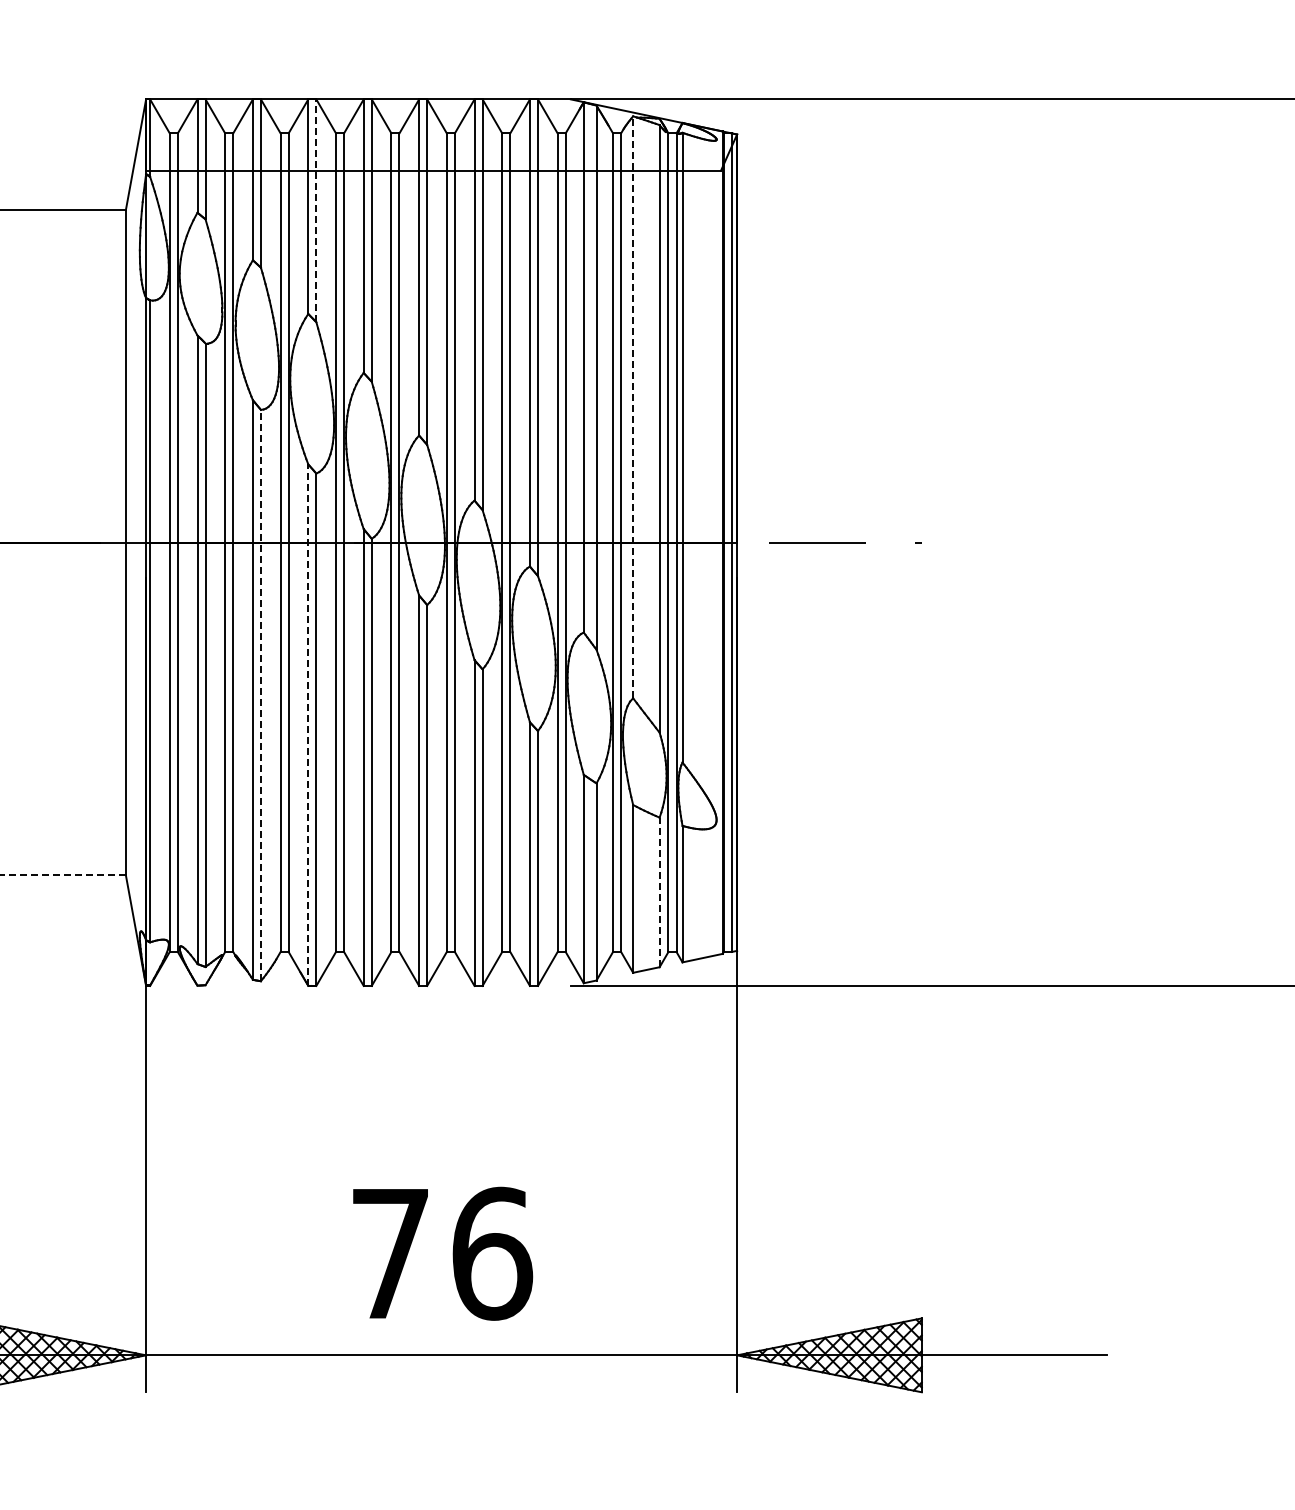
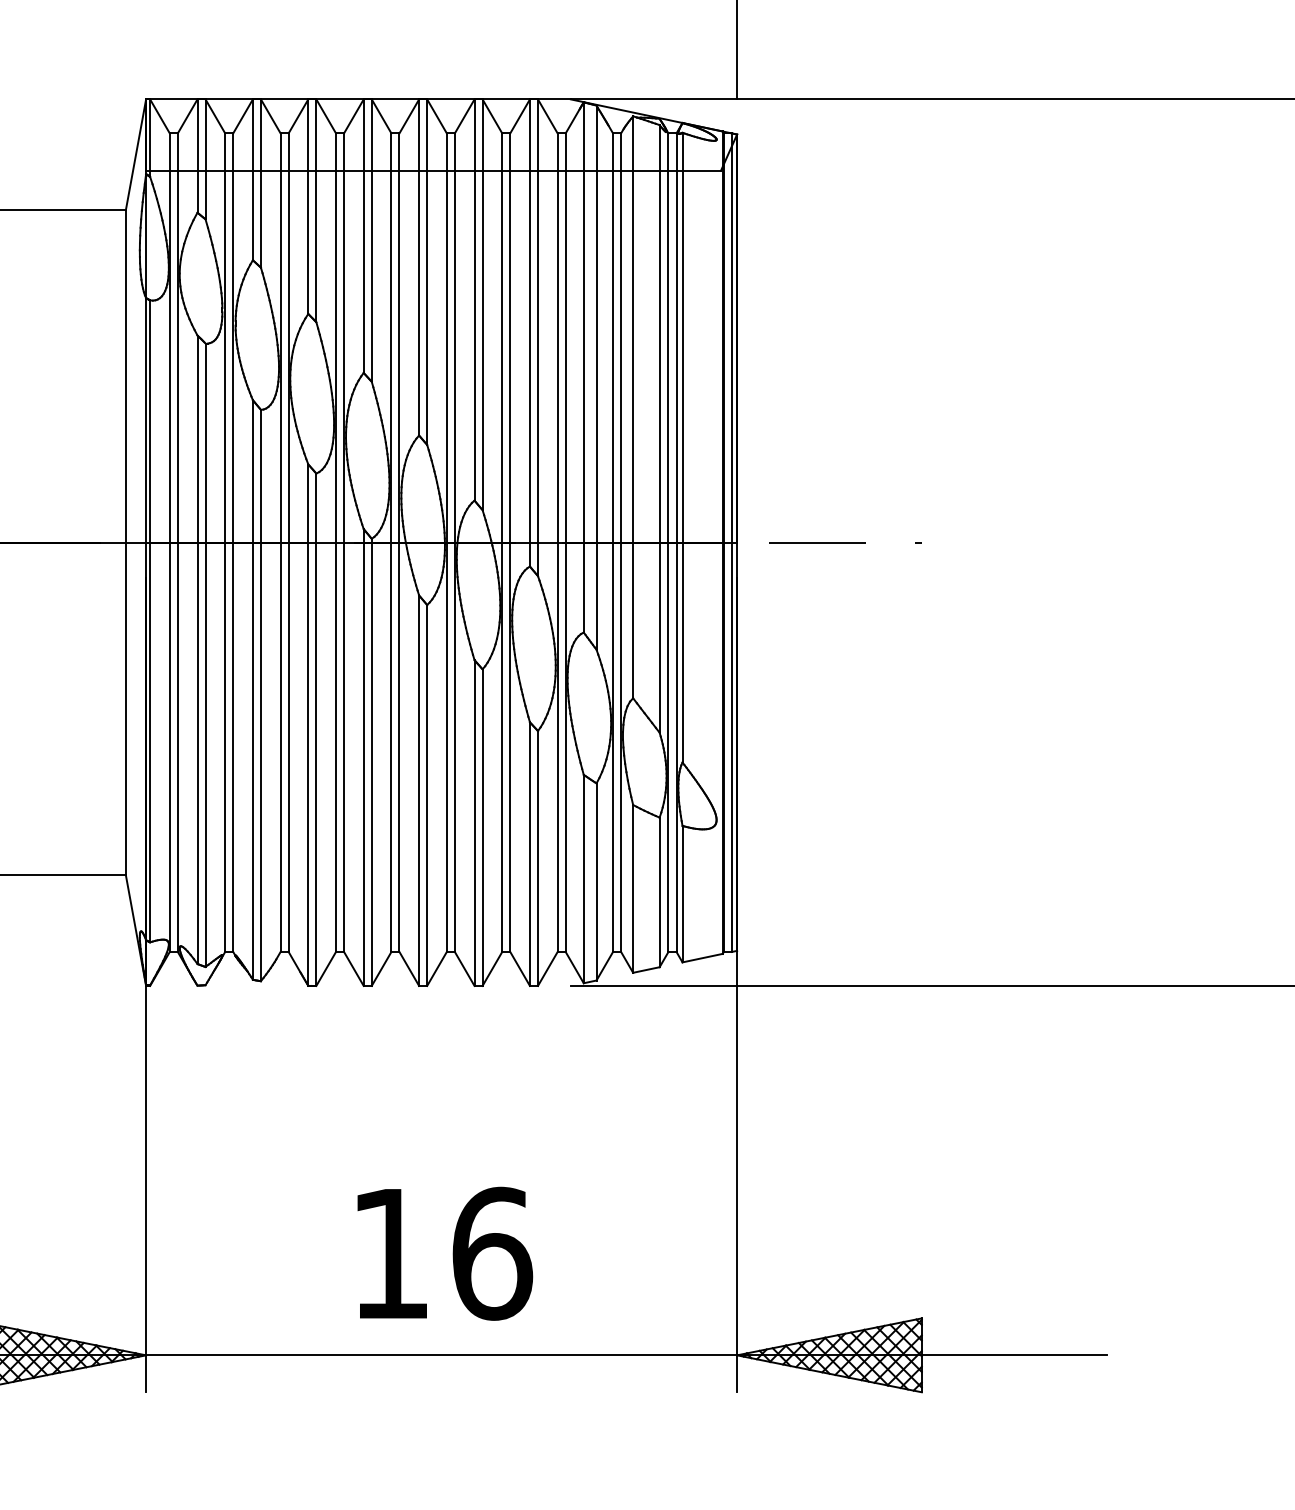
line at (737, 50): none -> present
line at (316, 210): dashed -> solid
line at (633, 407): dashed -> solid
line at (260, 695): dashed -> solid
line at (308, 725): dashed -> solid
line at (63, 875): dashed -> solid
line at (659, 892): dashed -> solid
text at (390, 1253): 76 -> 16
